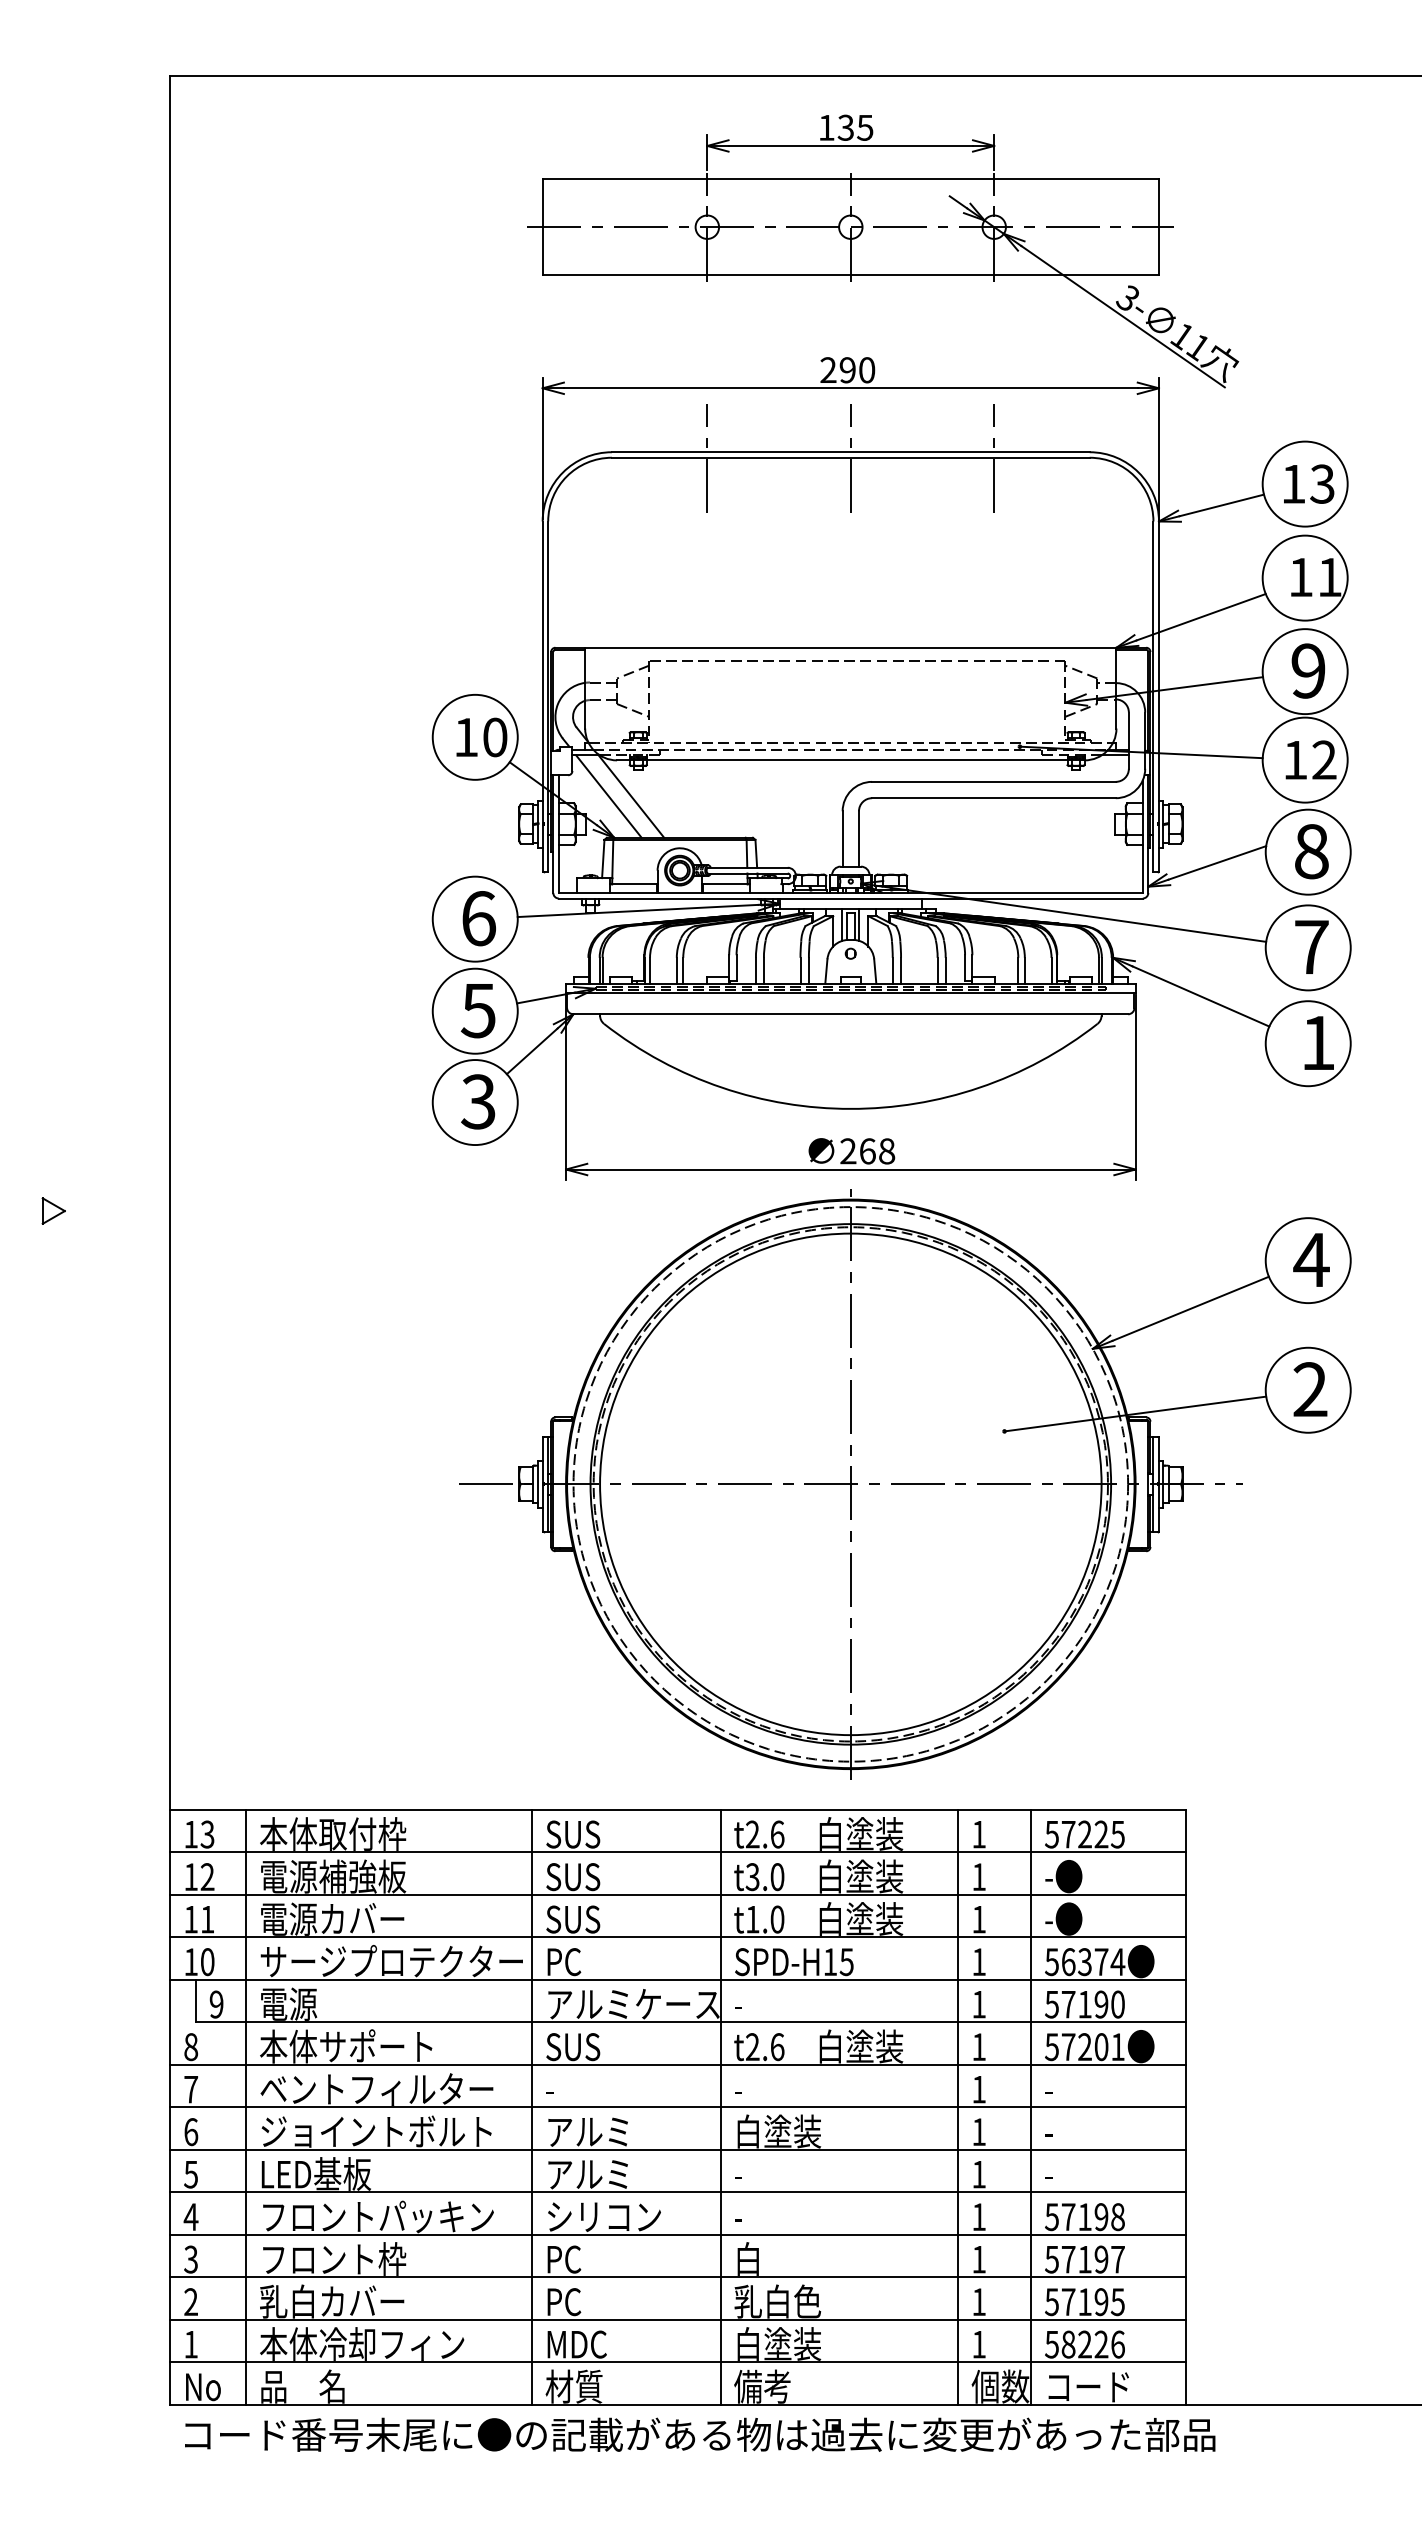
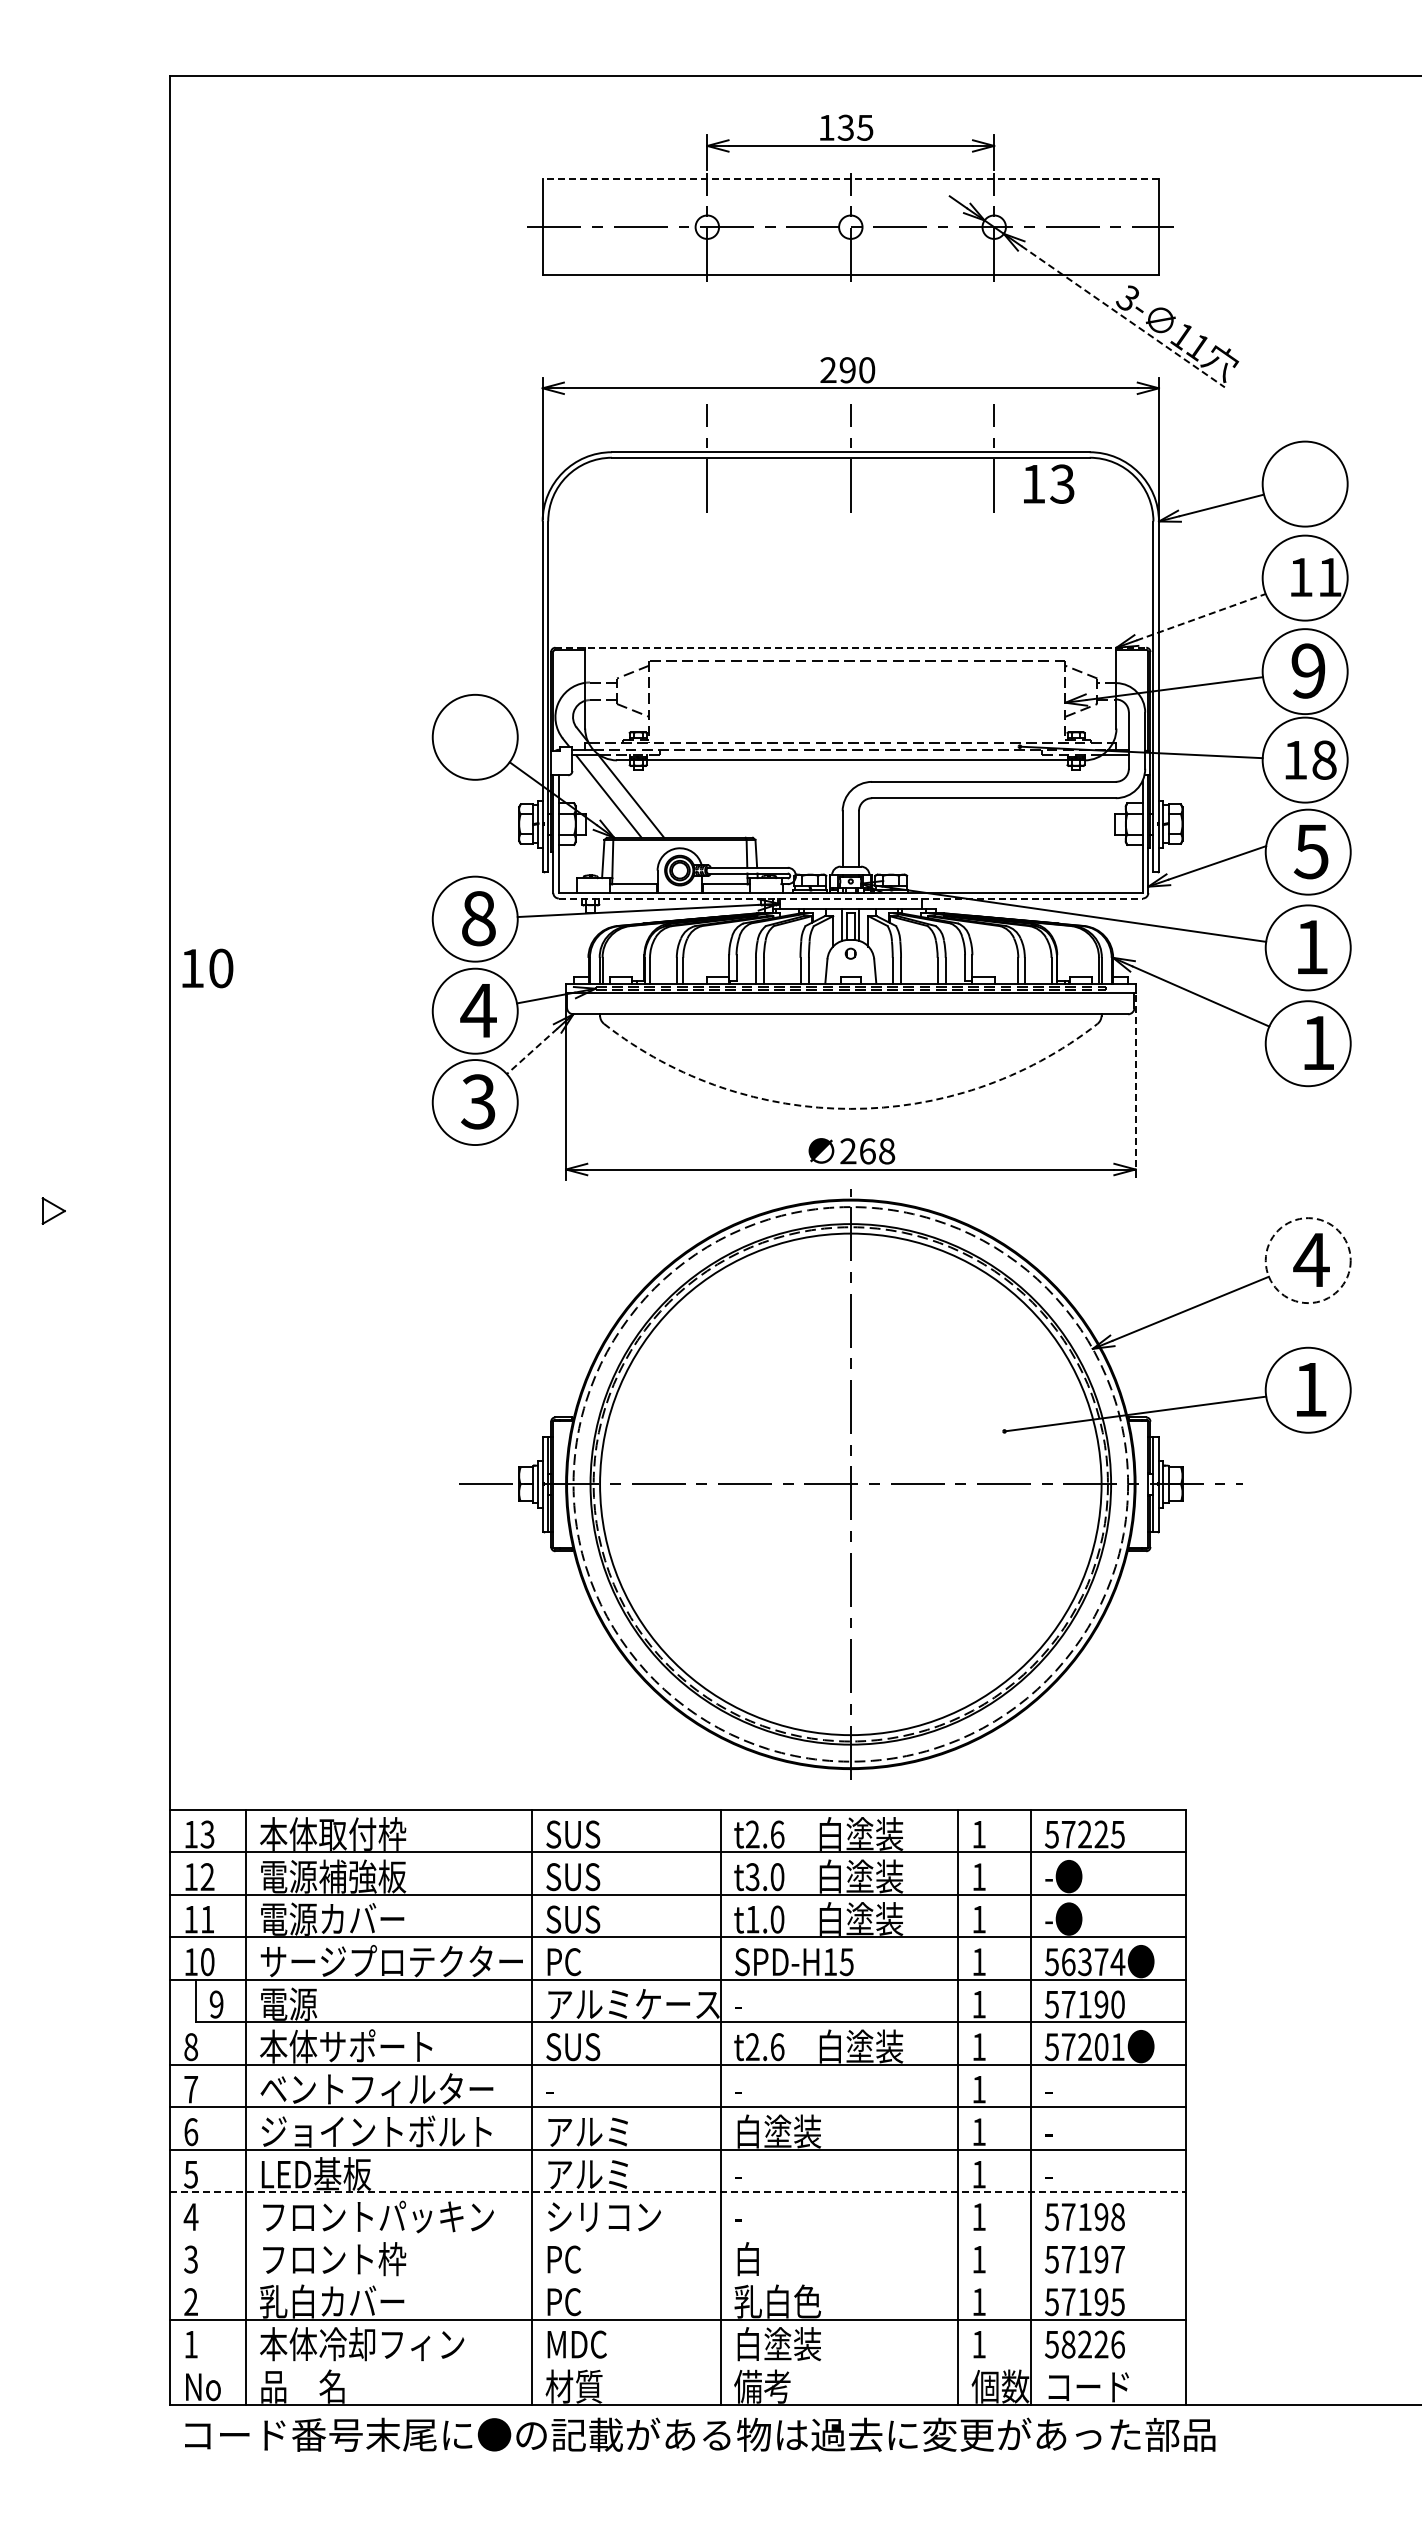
line at (850, 179): solid -> dashed
line at (1123, 316): solid -> dashed
text at (1309, 483) position: (1309, 483) -> (1049, 483)
line at (1201, 617): solid -> dashed
line at (851, 647): solid -> dashed
text at (481, 737) position: (481, 737) -> (207, 968)
text at (1324, 759): 12 -> 18
text at (1310, 851): 8 -> 5
line at (850, 898): solid -> dashed
text at (479, 918): 6 -> 8
text at (1311, 946): 7 -> 1
text at (478, 1011): 5 -> 4
line at (531, 1051): solid -> dashed
line at (1135, 1088): solid -> dashed
arc at (850, 1108): solid -> dashed
circle at (1307, 1260): solid -> dashed
text at (1310, 1389): 2 -> 1
line at (678, 2192): solid -> dashed
line at (677, 2234): present -> none
line at (677, 2277): present -> none
line at (677, 2362): present -> none
